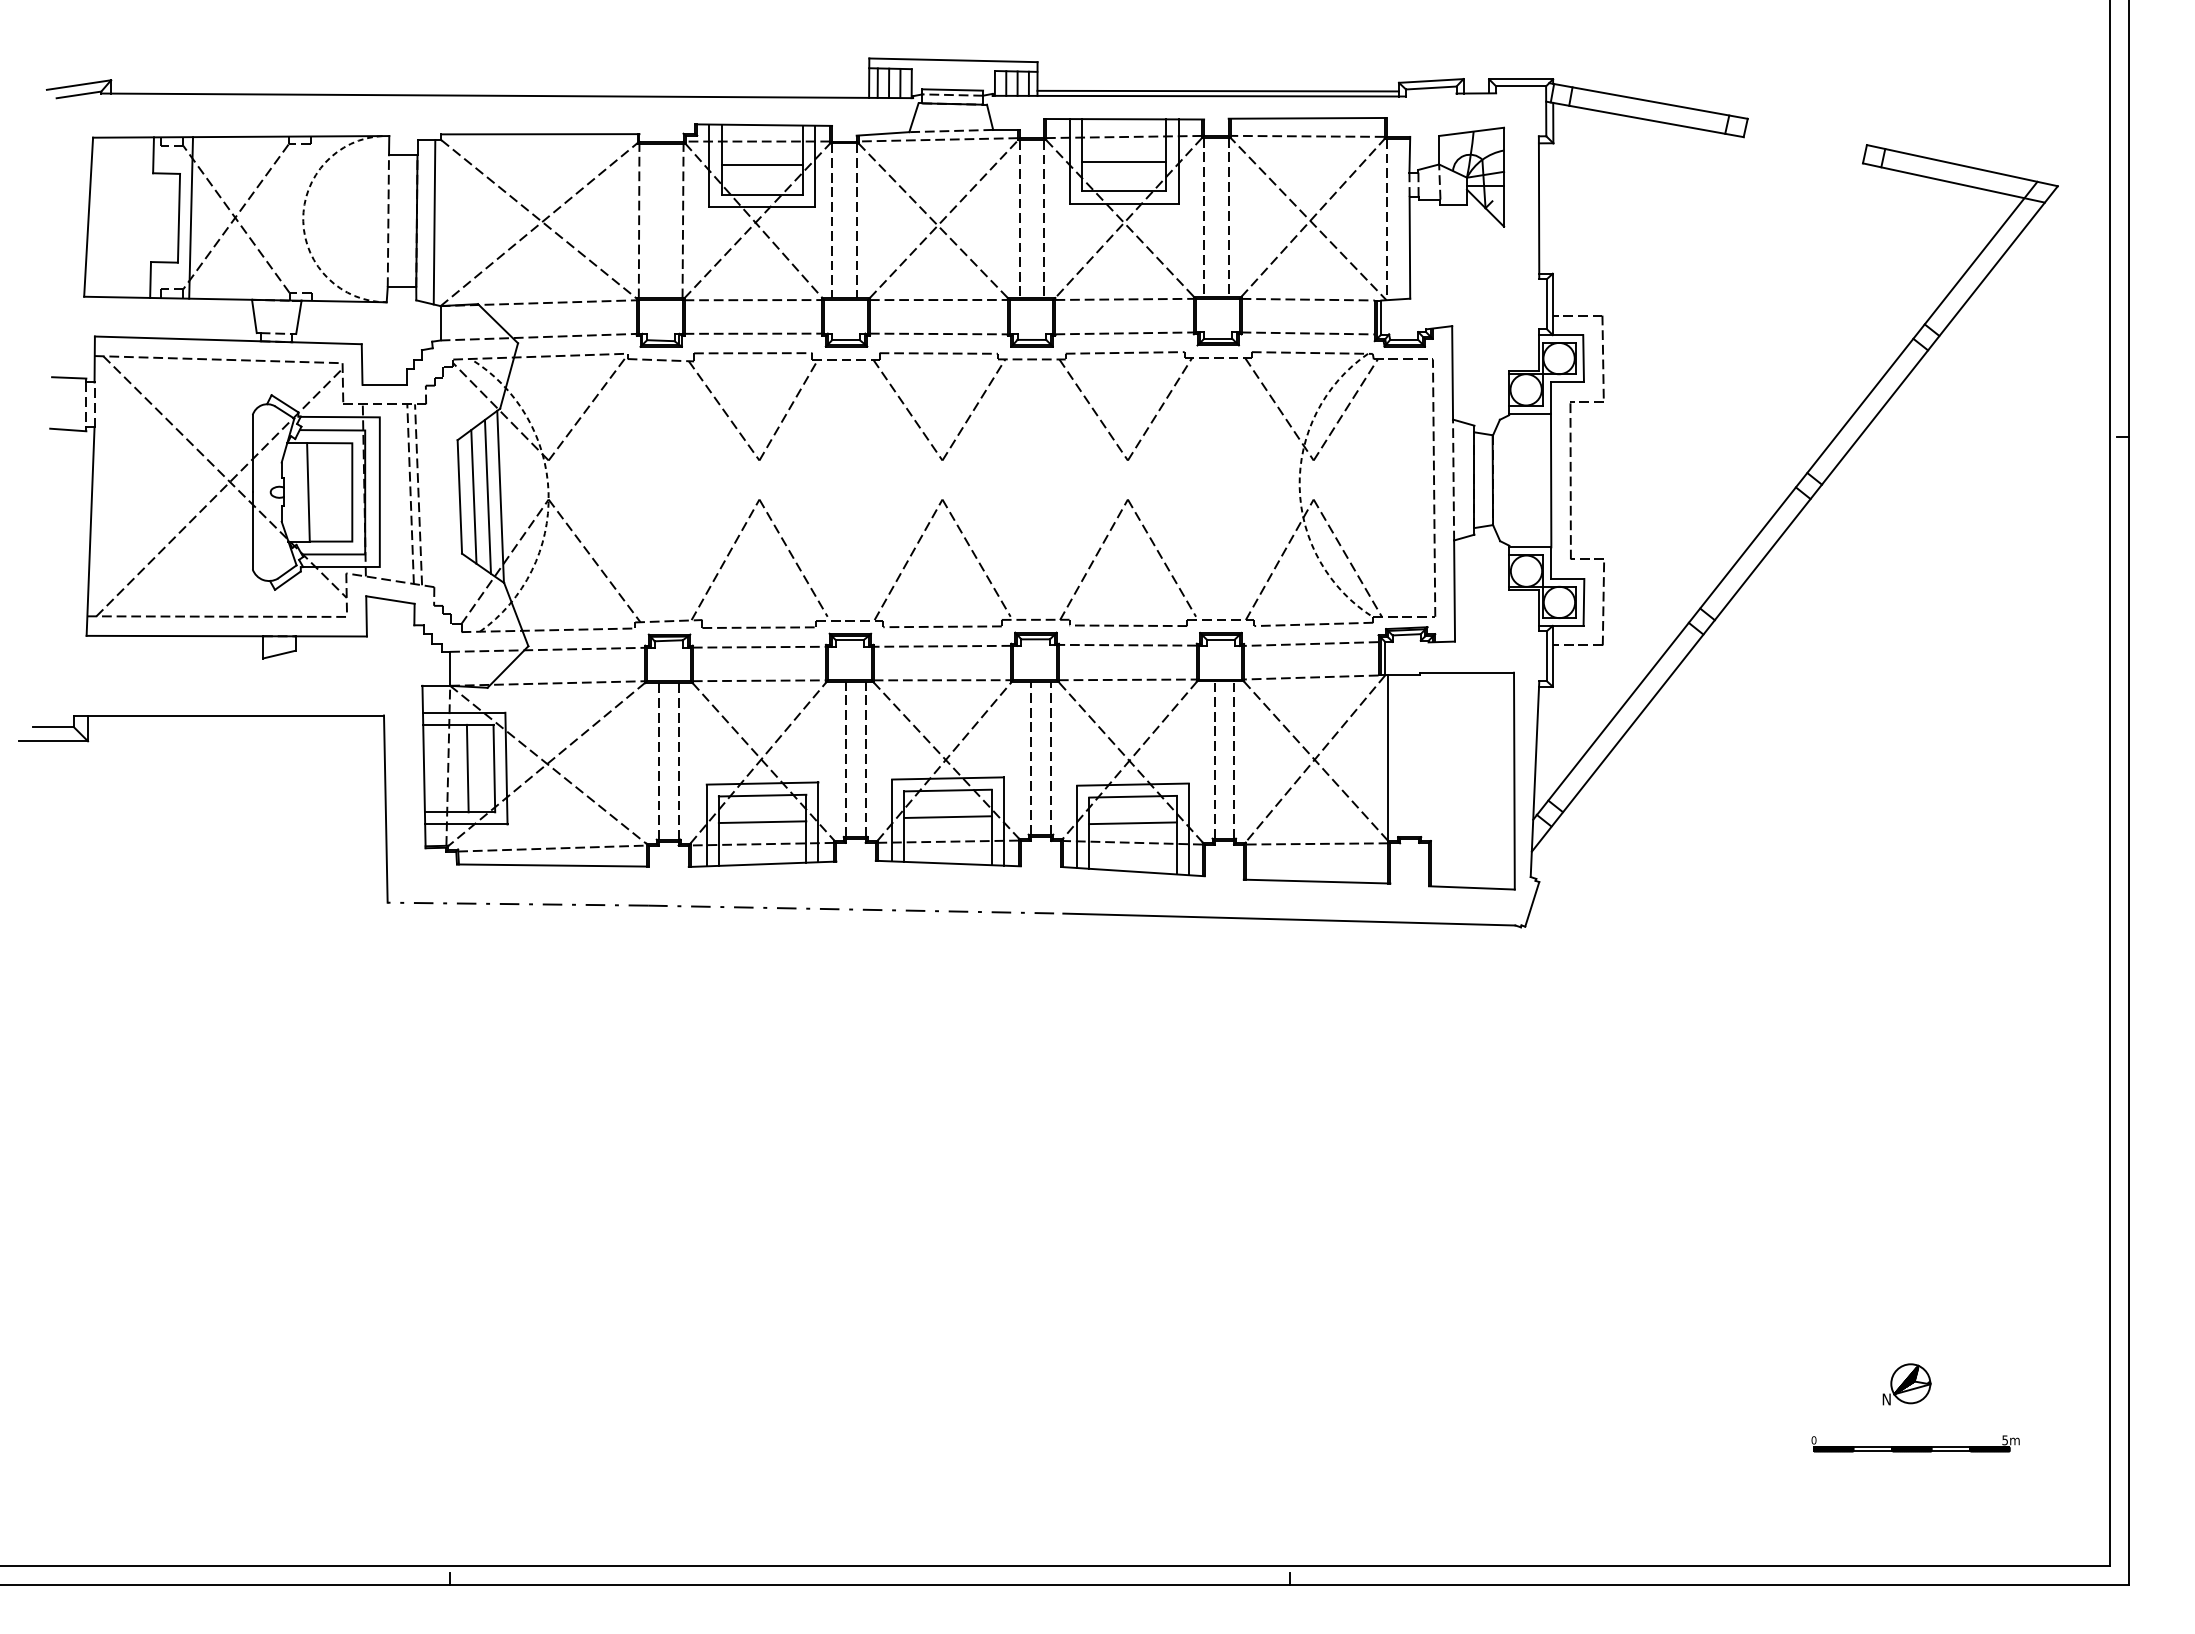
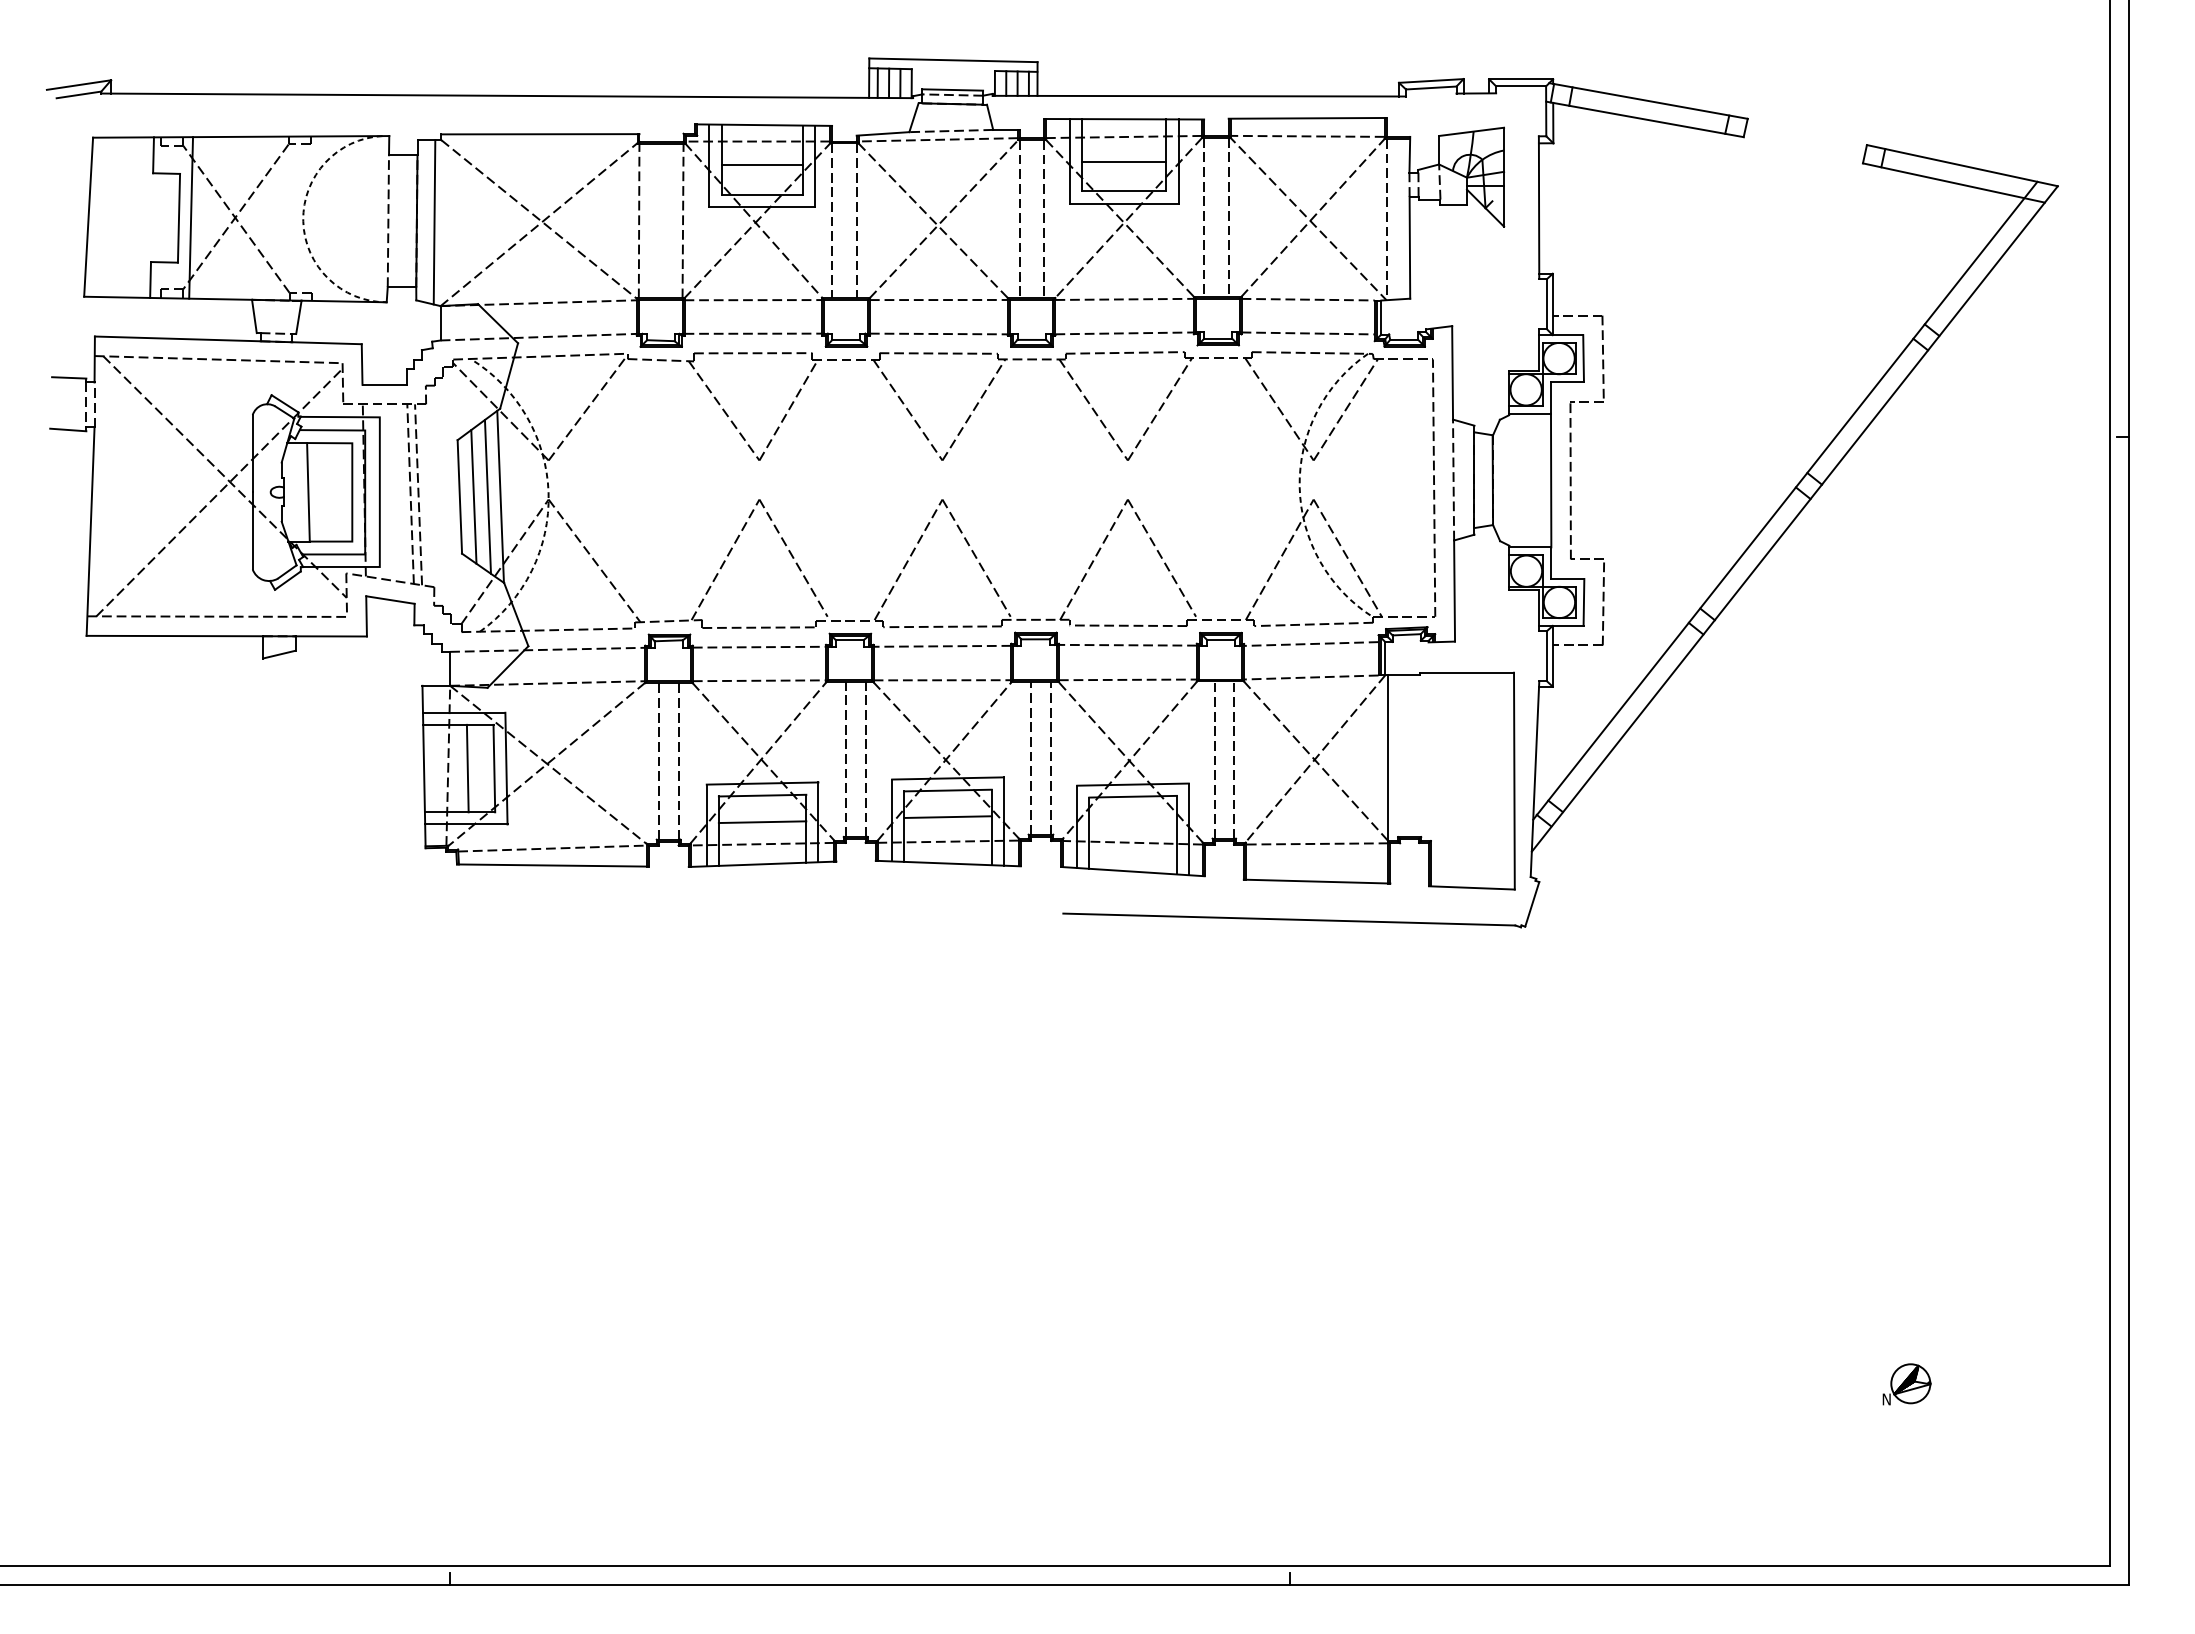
line at (1218, 90): present -> none
line at (1132, 823): present -> none
part at (532, 903): present -> none
part at (1915, 1443): present -> none
